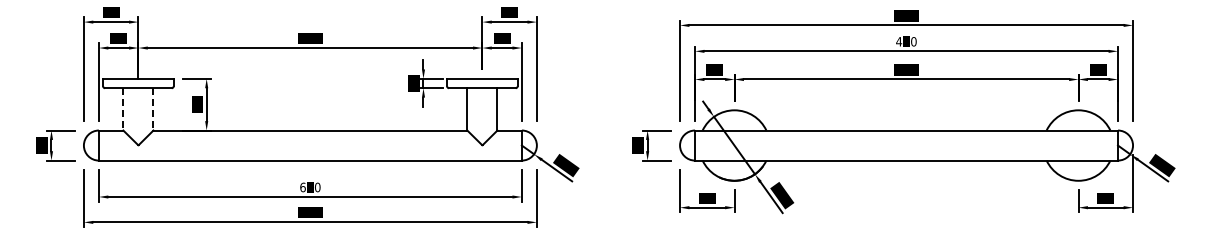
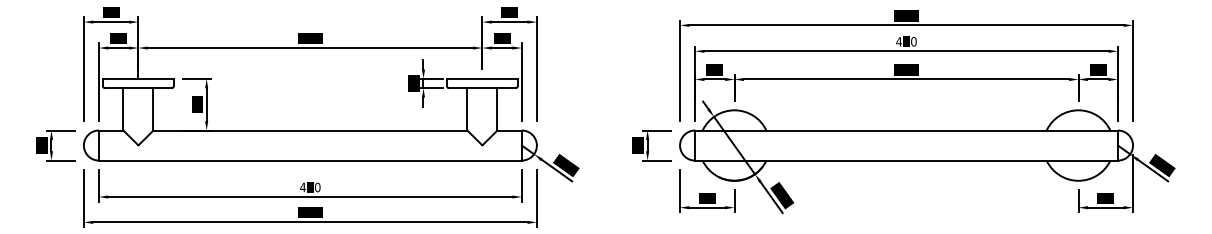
line at (123, 109): dashed -> solid
line at (153, 109): dashed -> solid
text at (302, 187): 650 -> 450
